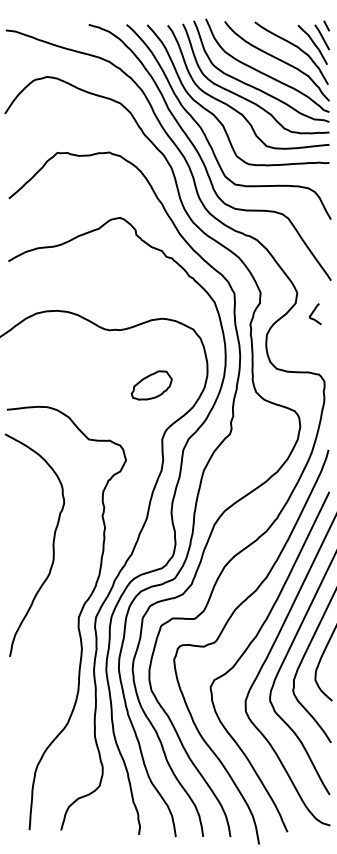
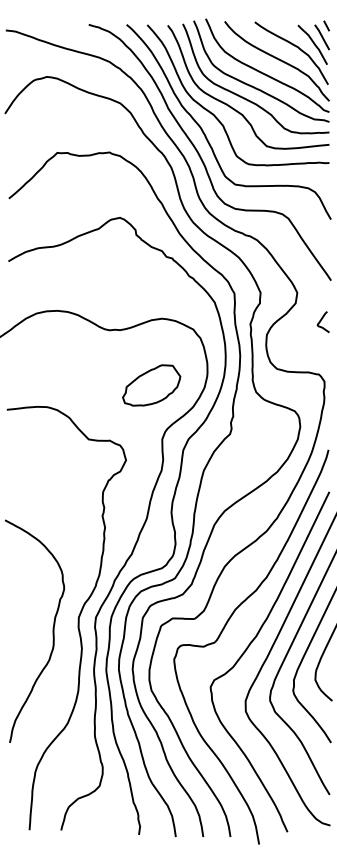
curve at (313, 313) position: (313, 313) -> (321, 321)
part at (151, 385) size: 43x31 px -> 60x43 px
curve at (52, 544) position: (52, 544) -> (52, 630)
